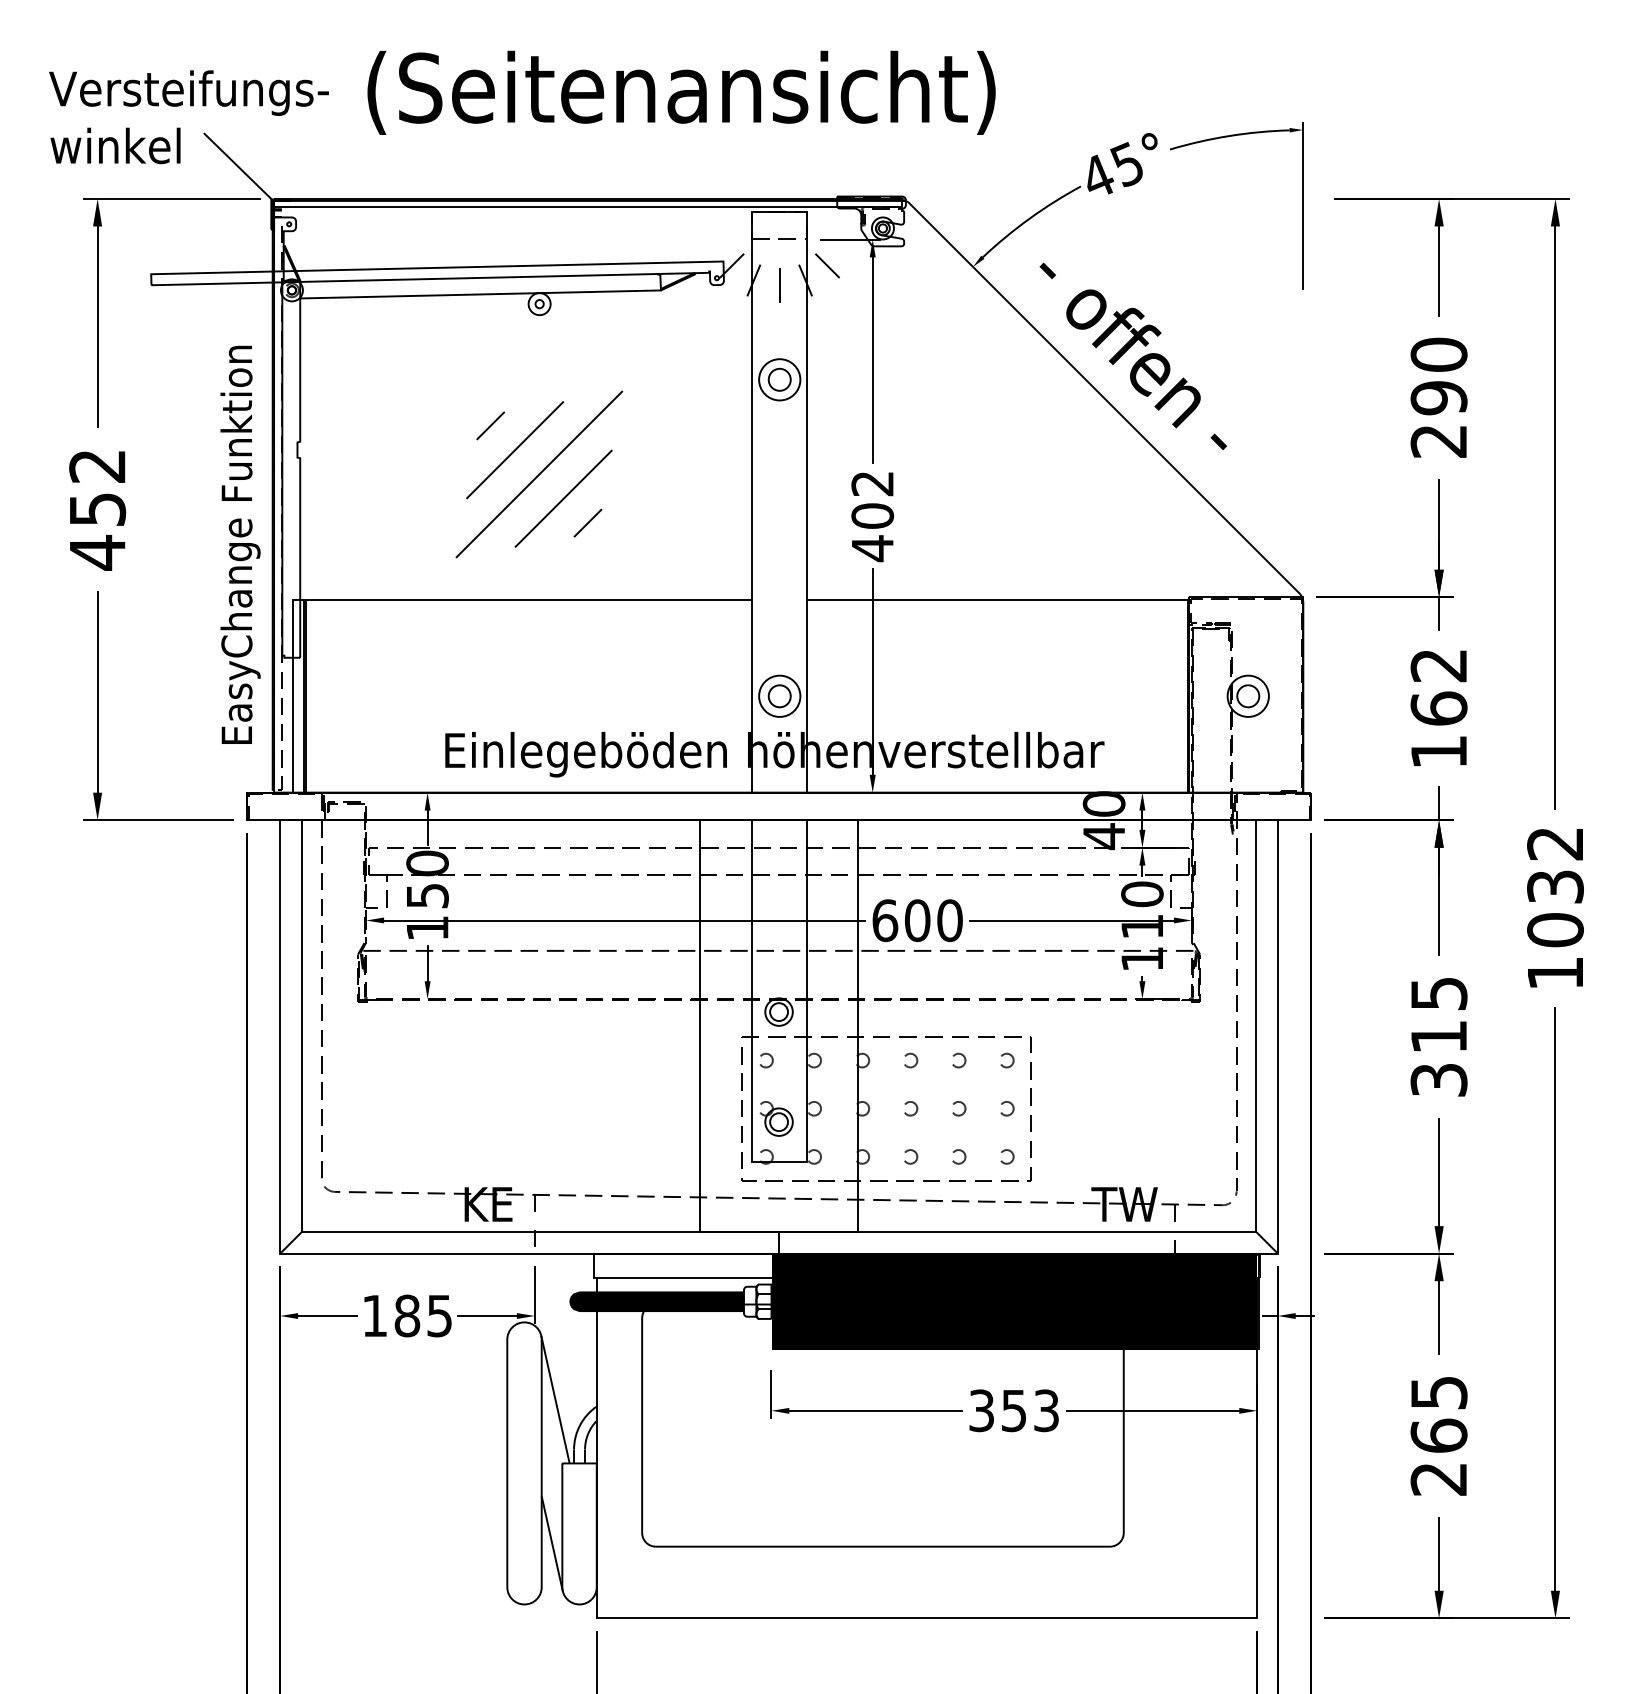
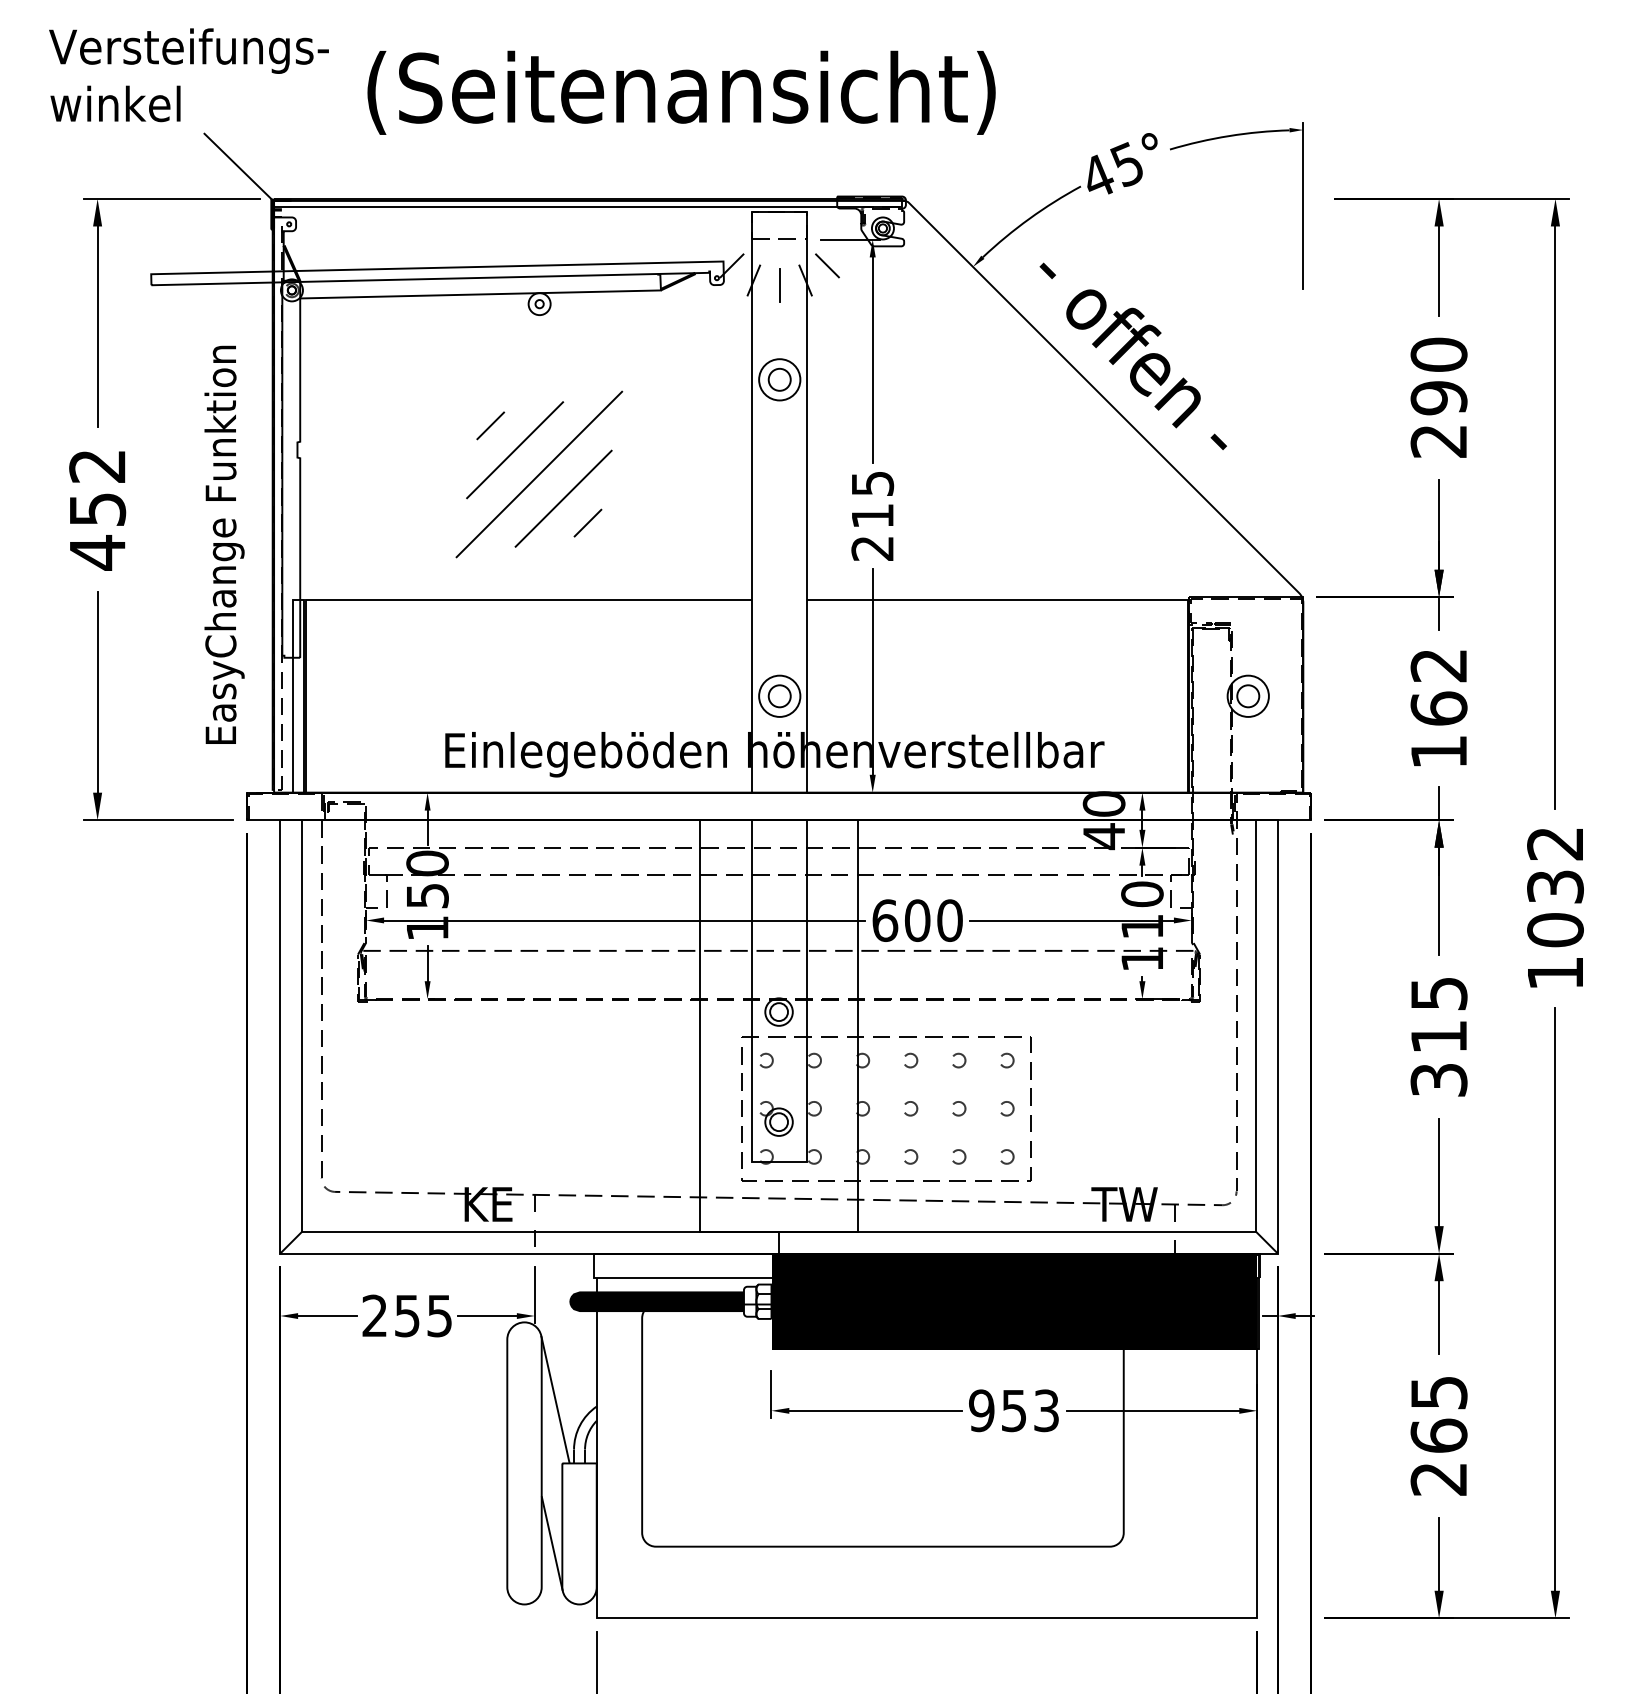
text at (188, 117) position: (188, 117) -> (188, 75)
text at (872, 517): 402 -> 215
text at (240, 544) position: (240, 544) -> (224, 544)
text at (391, 1315): 185 -> 255
text at (981, 1410): 353 -> 953
